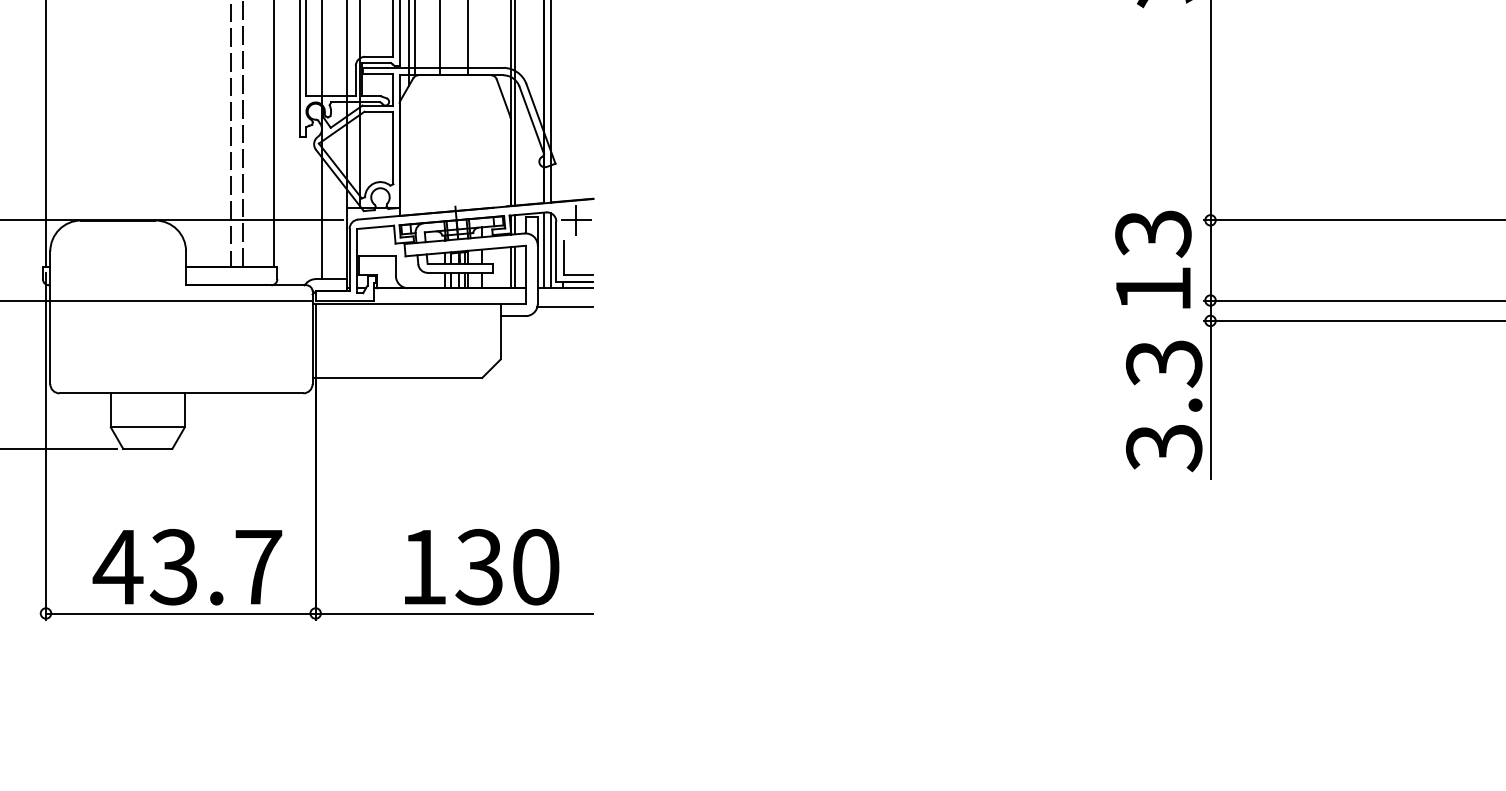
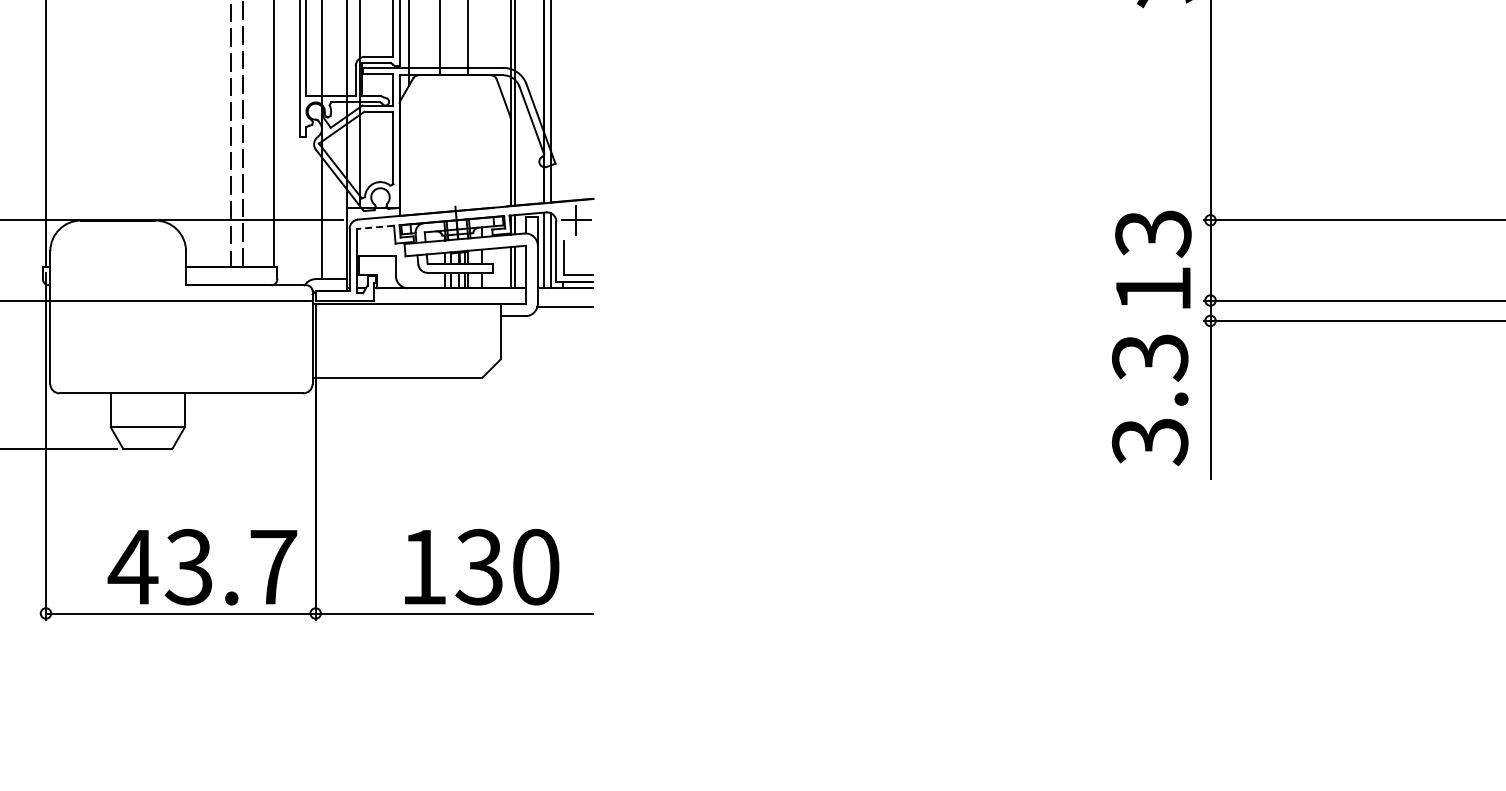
line at (415, 39): present -> none
line at (375, 227): solid -> dashed
text at (1164, 406) position: (1164, 406) -> (1150, 400)
text at (187, 567) position: (187, 567) -> (202, 567)
